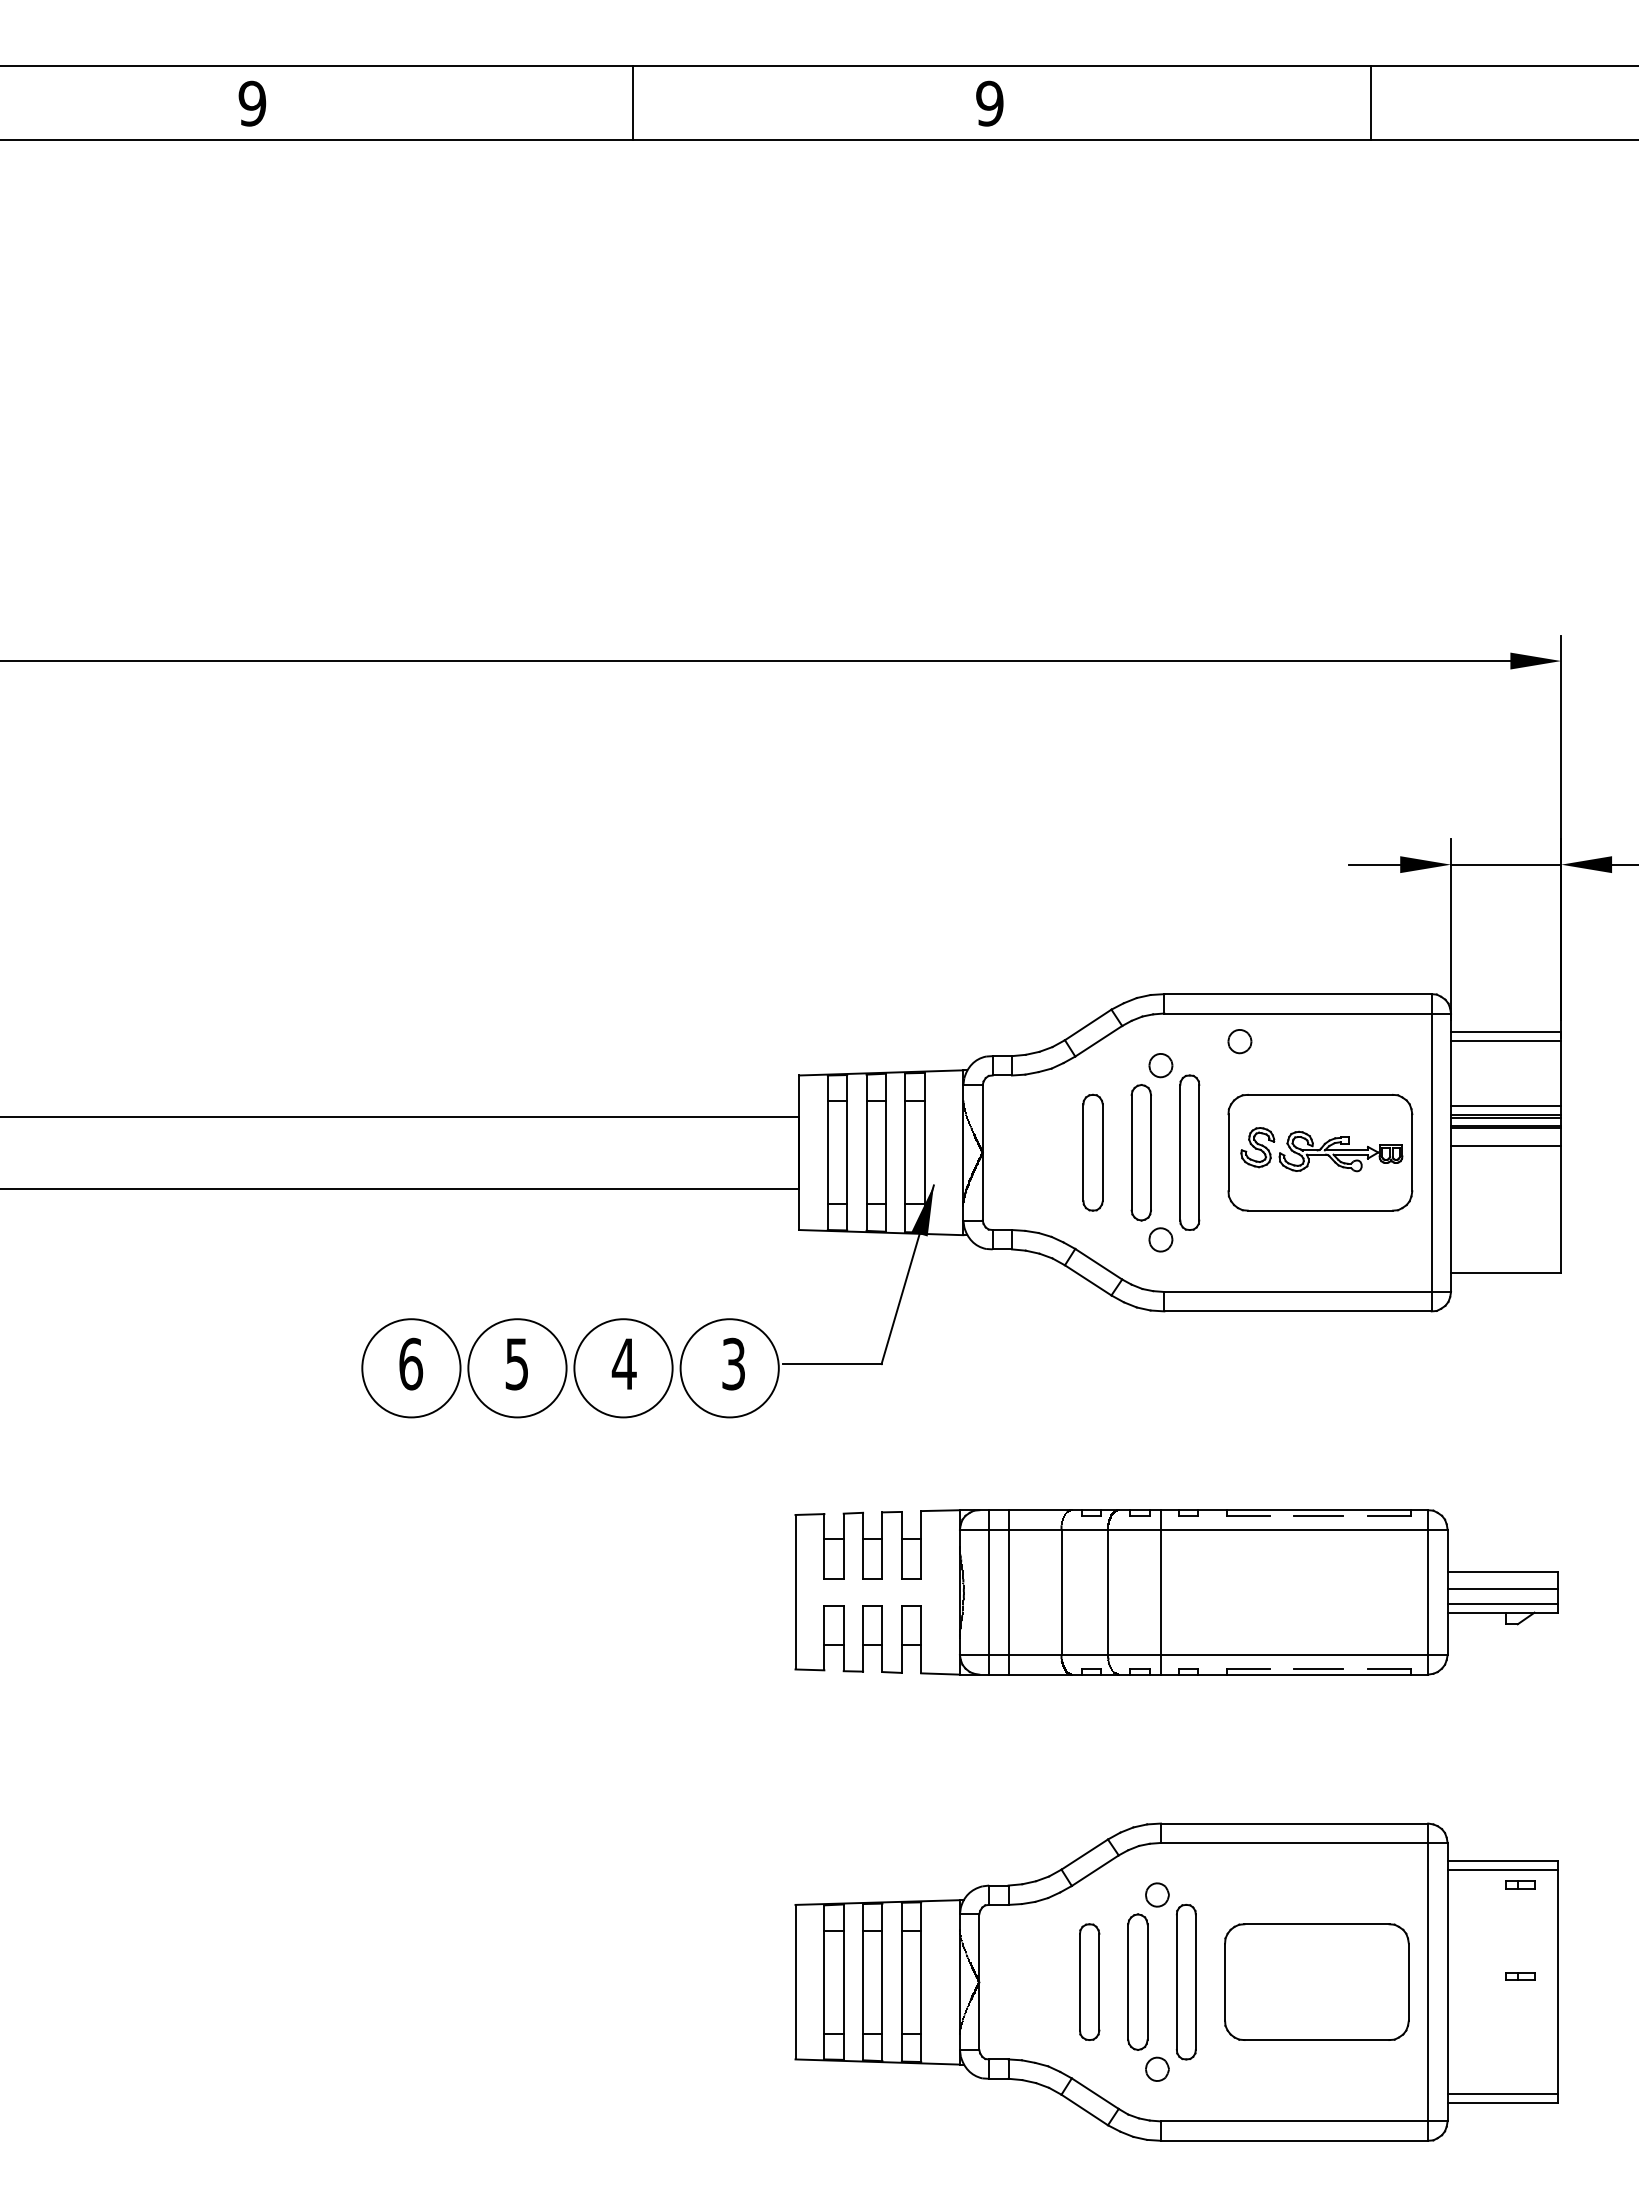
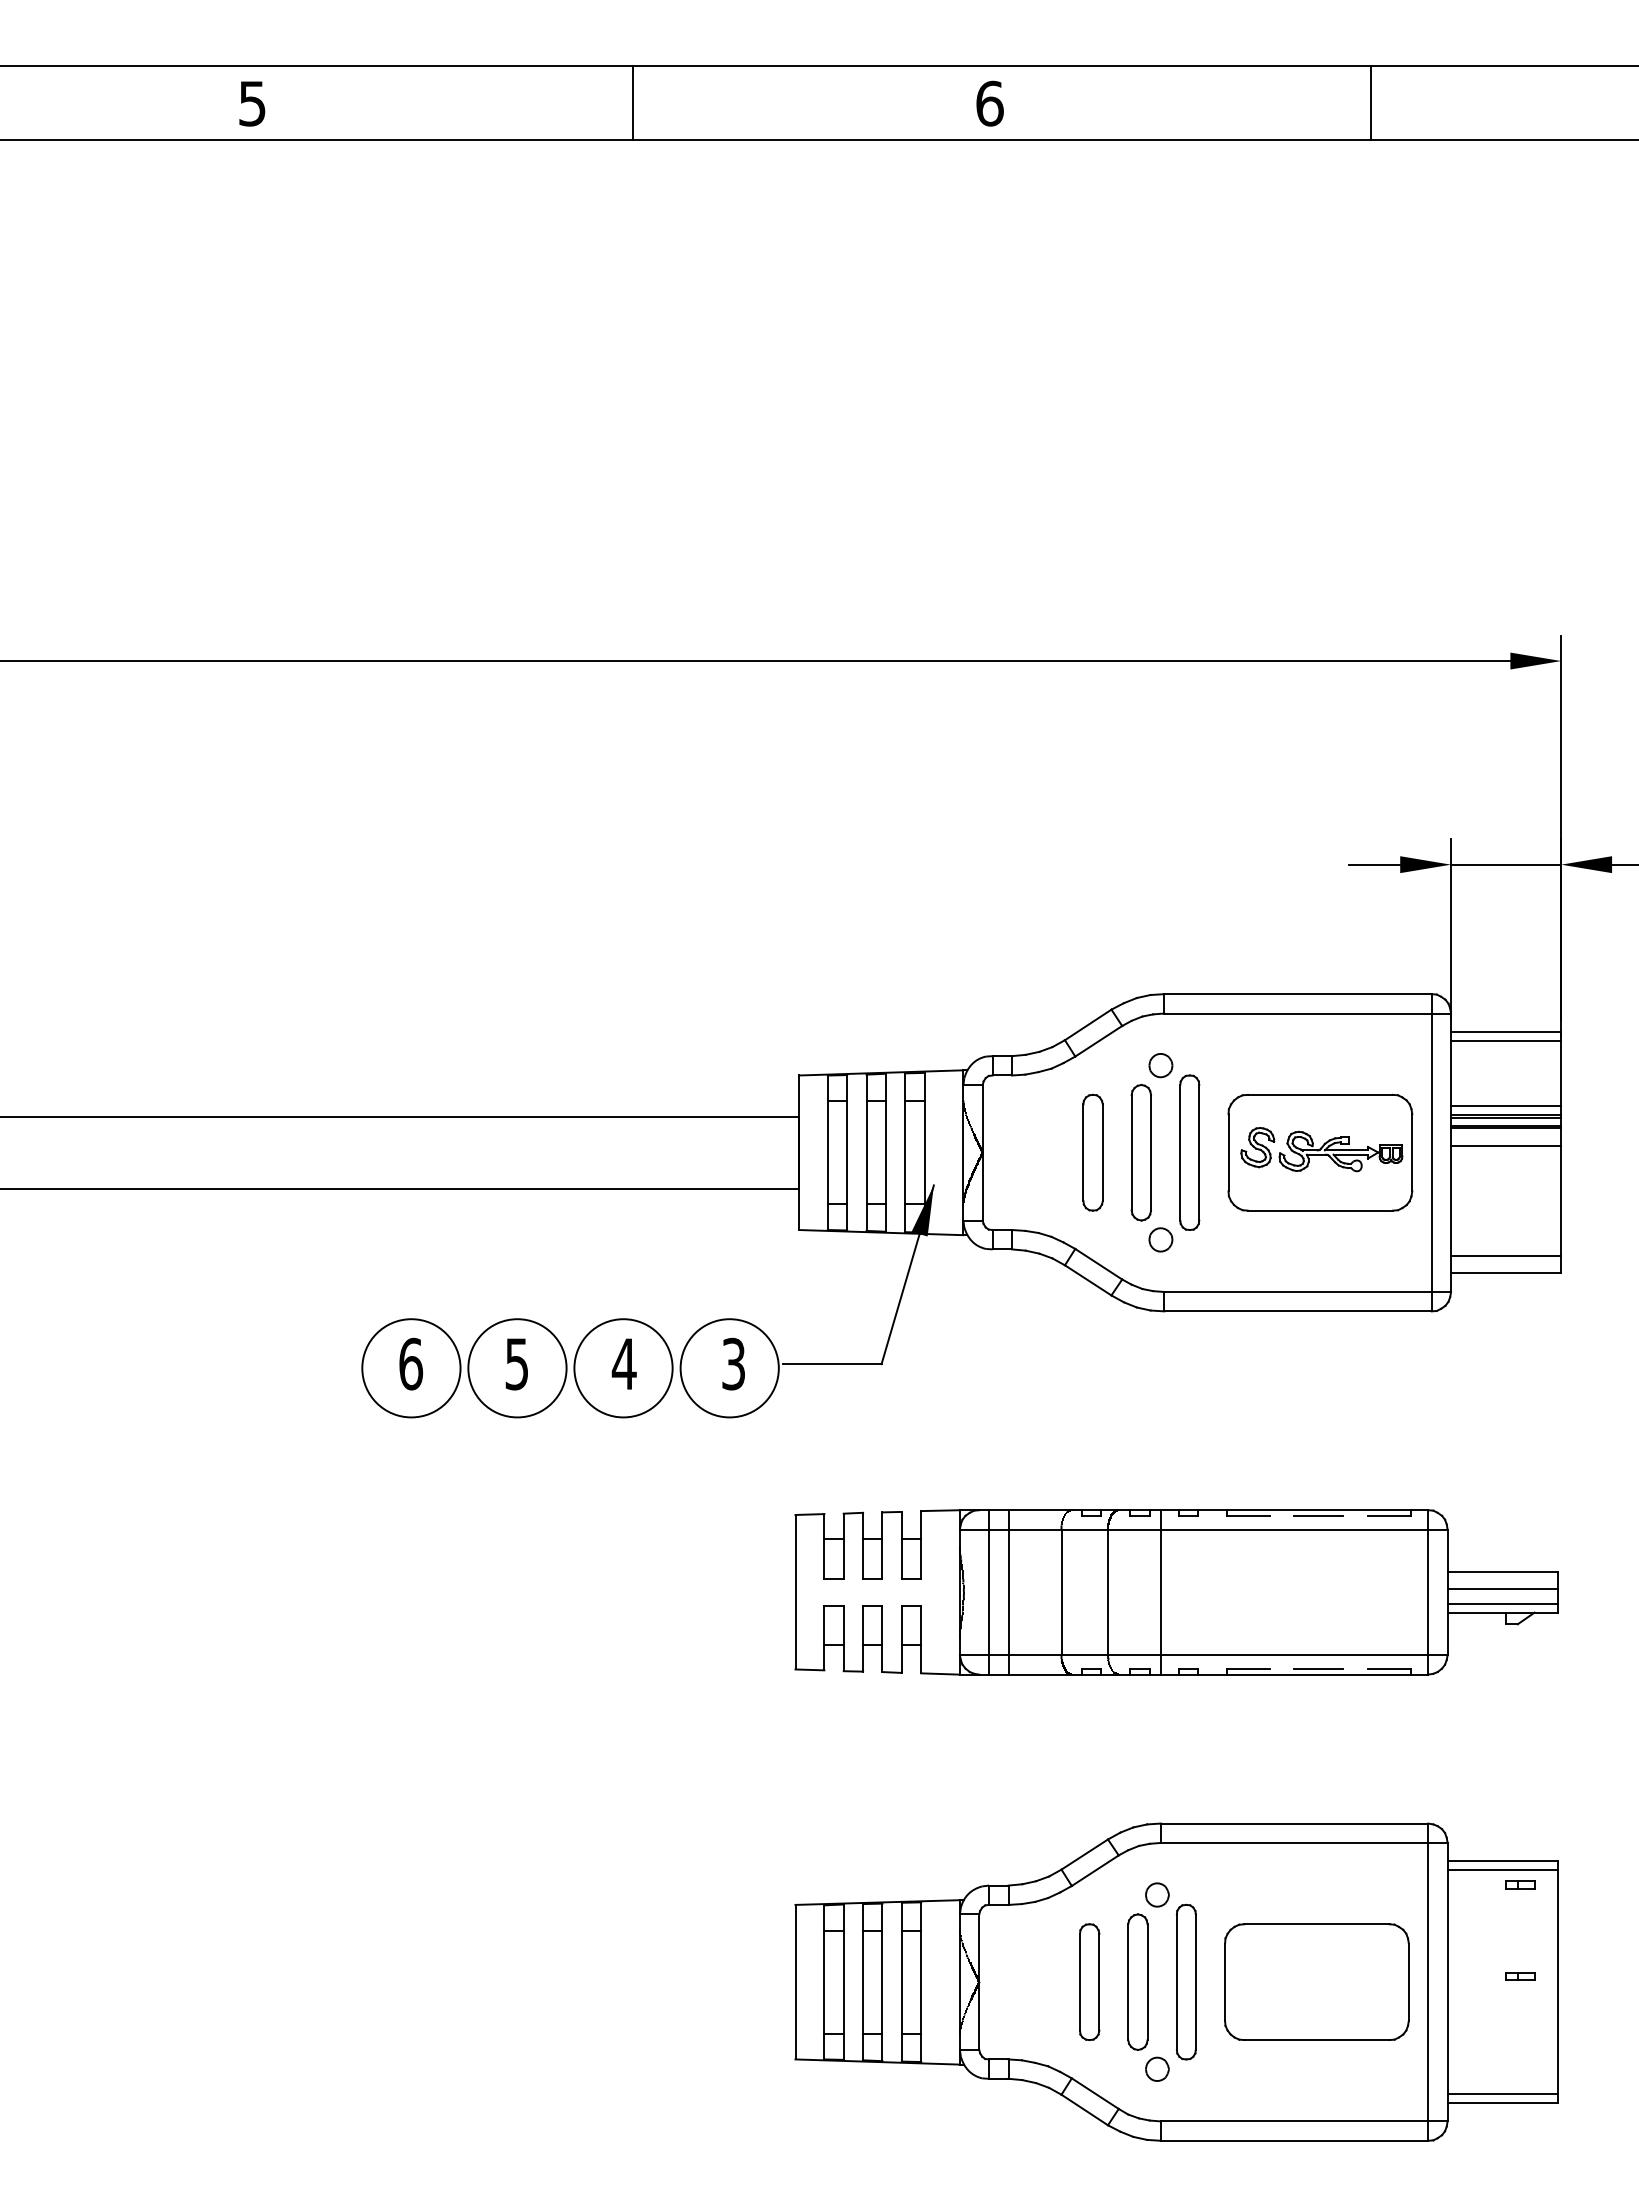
text at (252, 103): 9 -> 5
text at (989, 103): 9 -> 6
part at (1239, 1041): present -> none
line at (1506, 1256): none -> present
